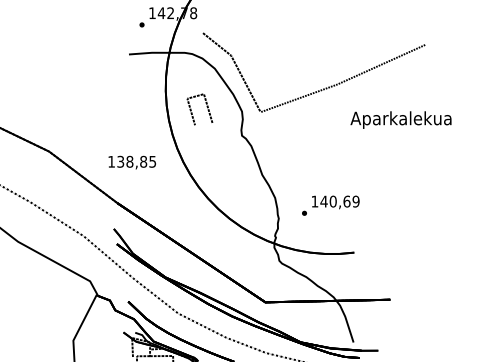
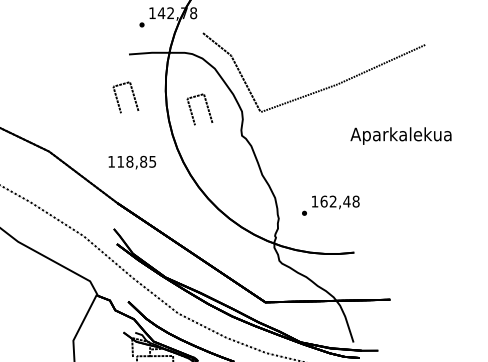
line at (132, 94): none -> present
text at (400, 119) position: (400, 119) -> (400, 135)
text at (120, 161): 138,85 -> 118,85
text at (339, 201): 140,69 -> 162,48
